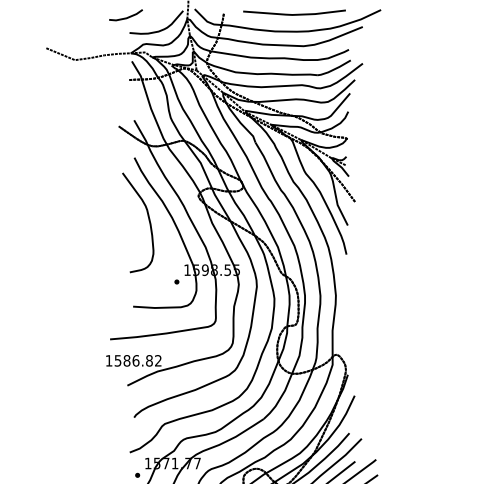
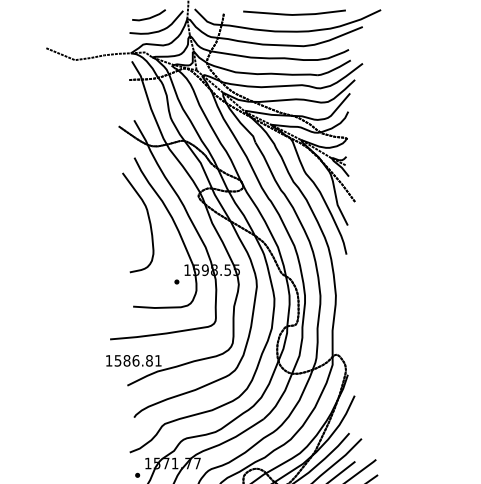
line at (125, 17) position: (125, 17) -> (148, 17)
text at (158, 360): 1586.82 -> 1586.81
